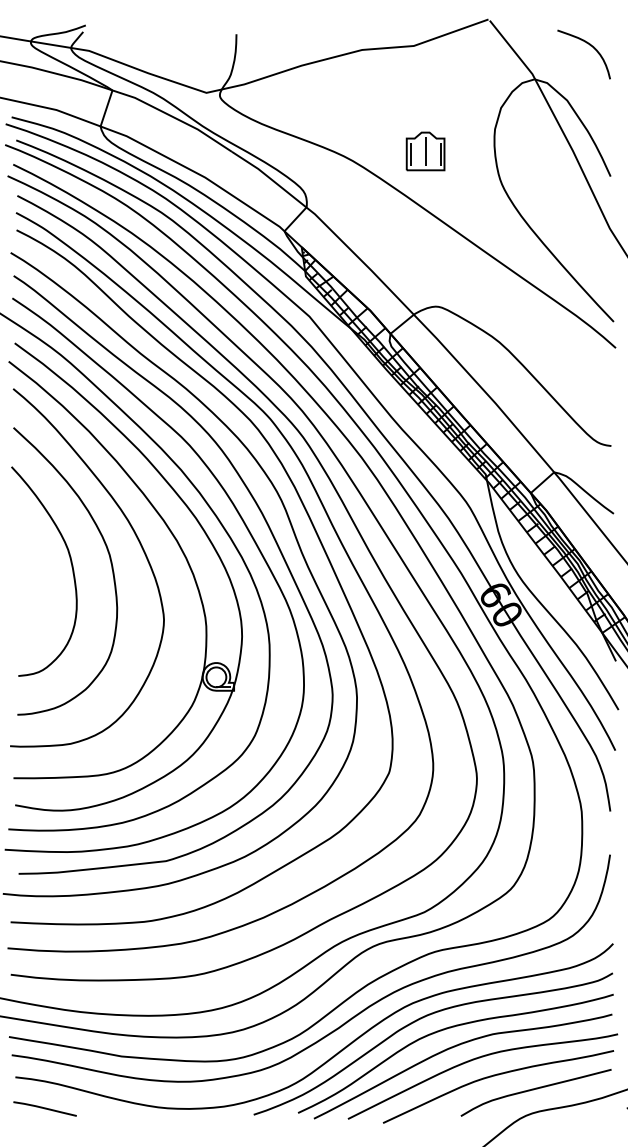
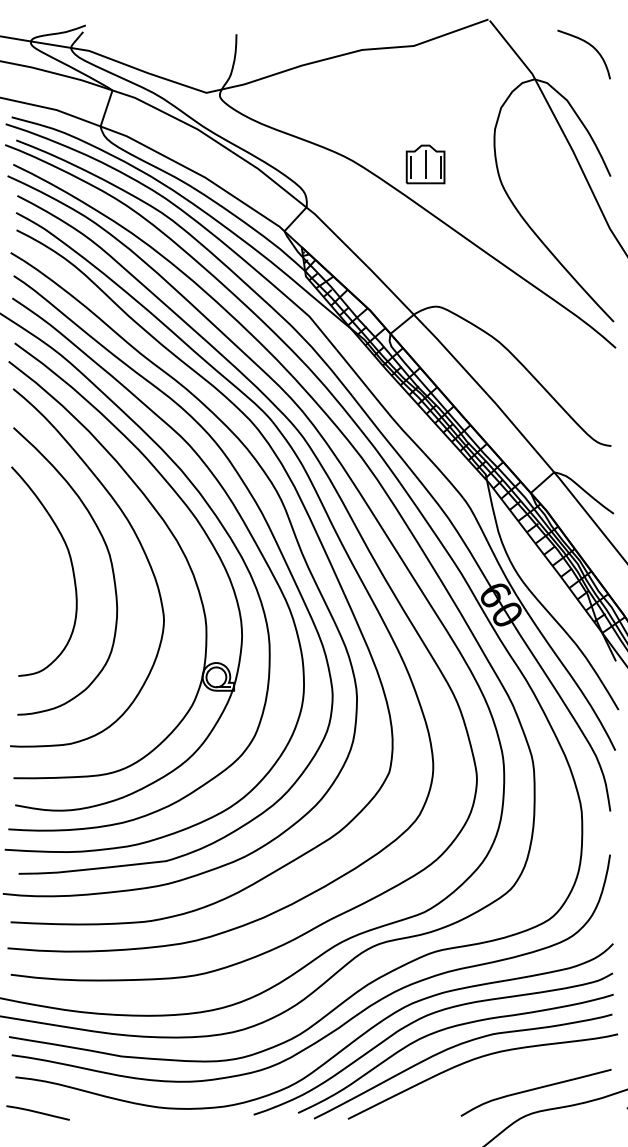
part at (425, 151) position: (425, 151) -> (425, 164)
curve at (495, 1076): present -> none
line at (44, 1108) position: (44, 1108) -> (37, 1112)
